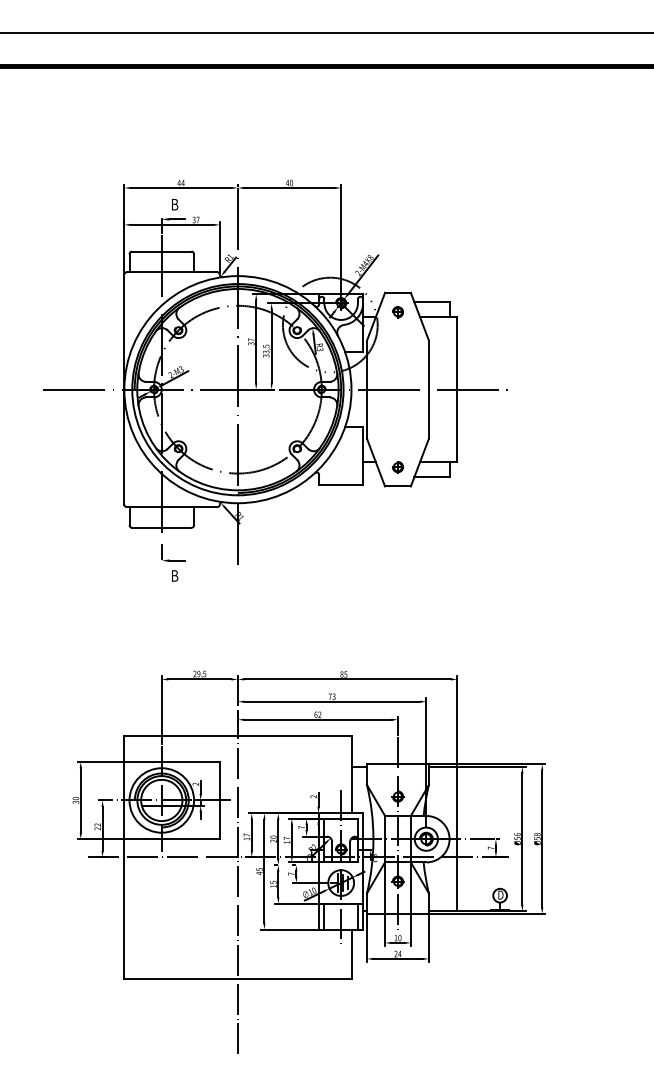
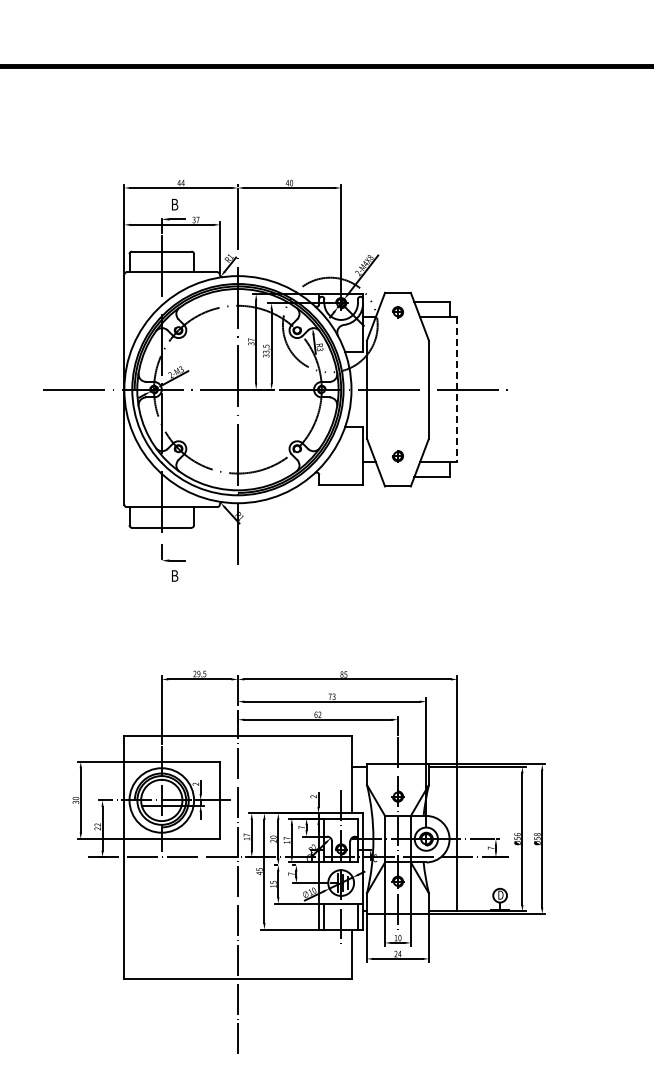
line at (326, 32): present -> none
line at (457, 390): solid -> dashed
part at (397, 467) position: (397, 467) -> (397, 456)
